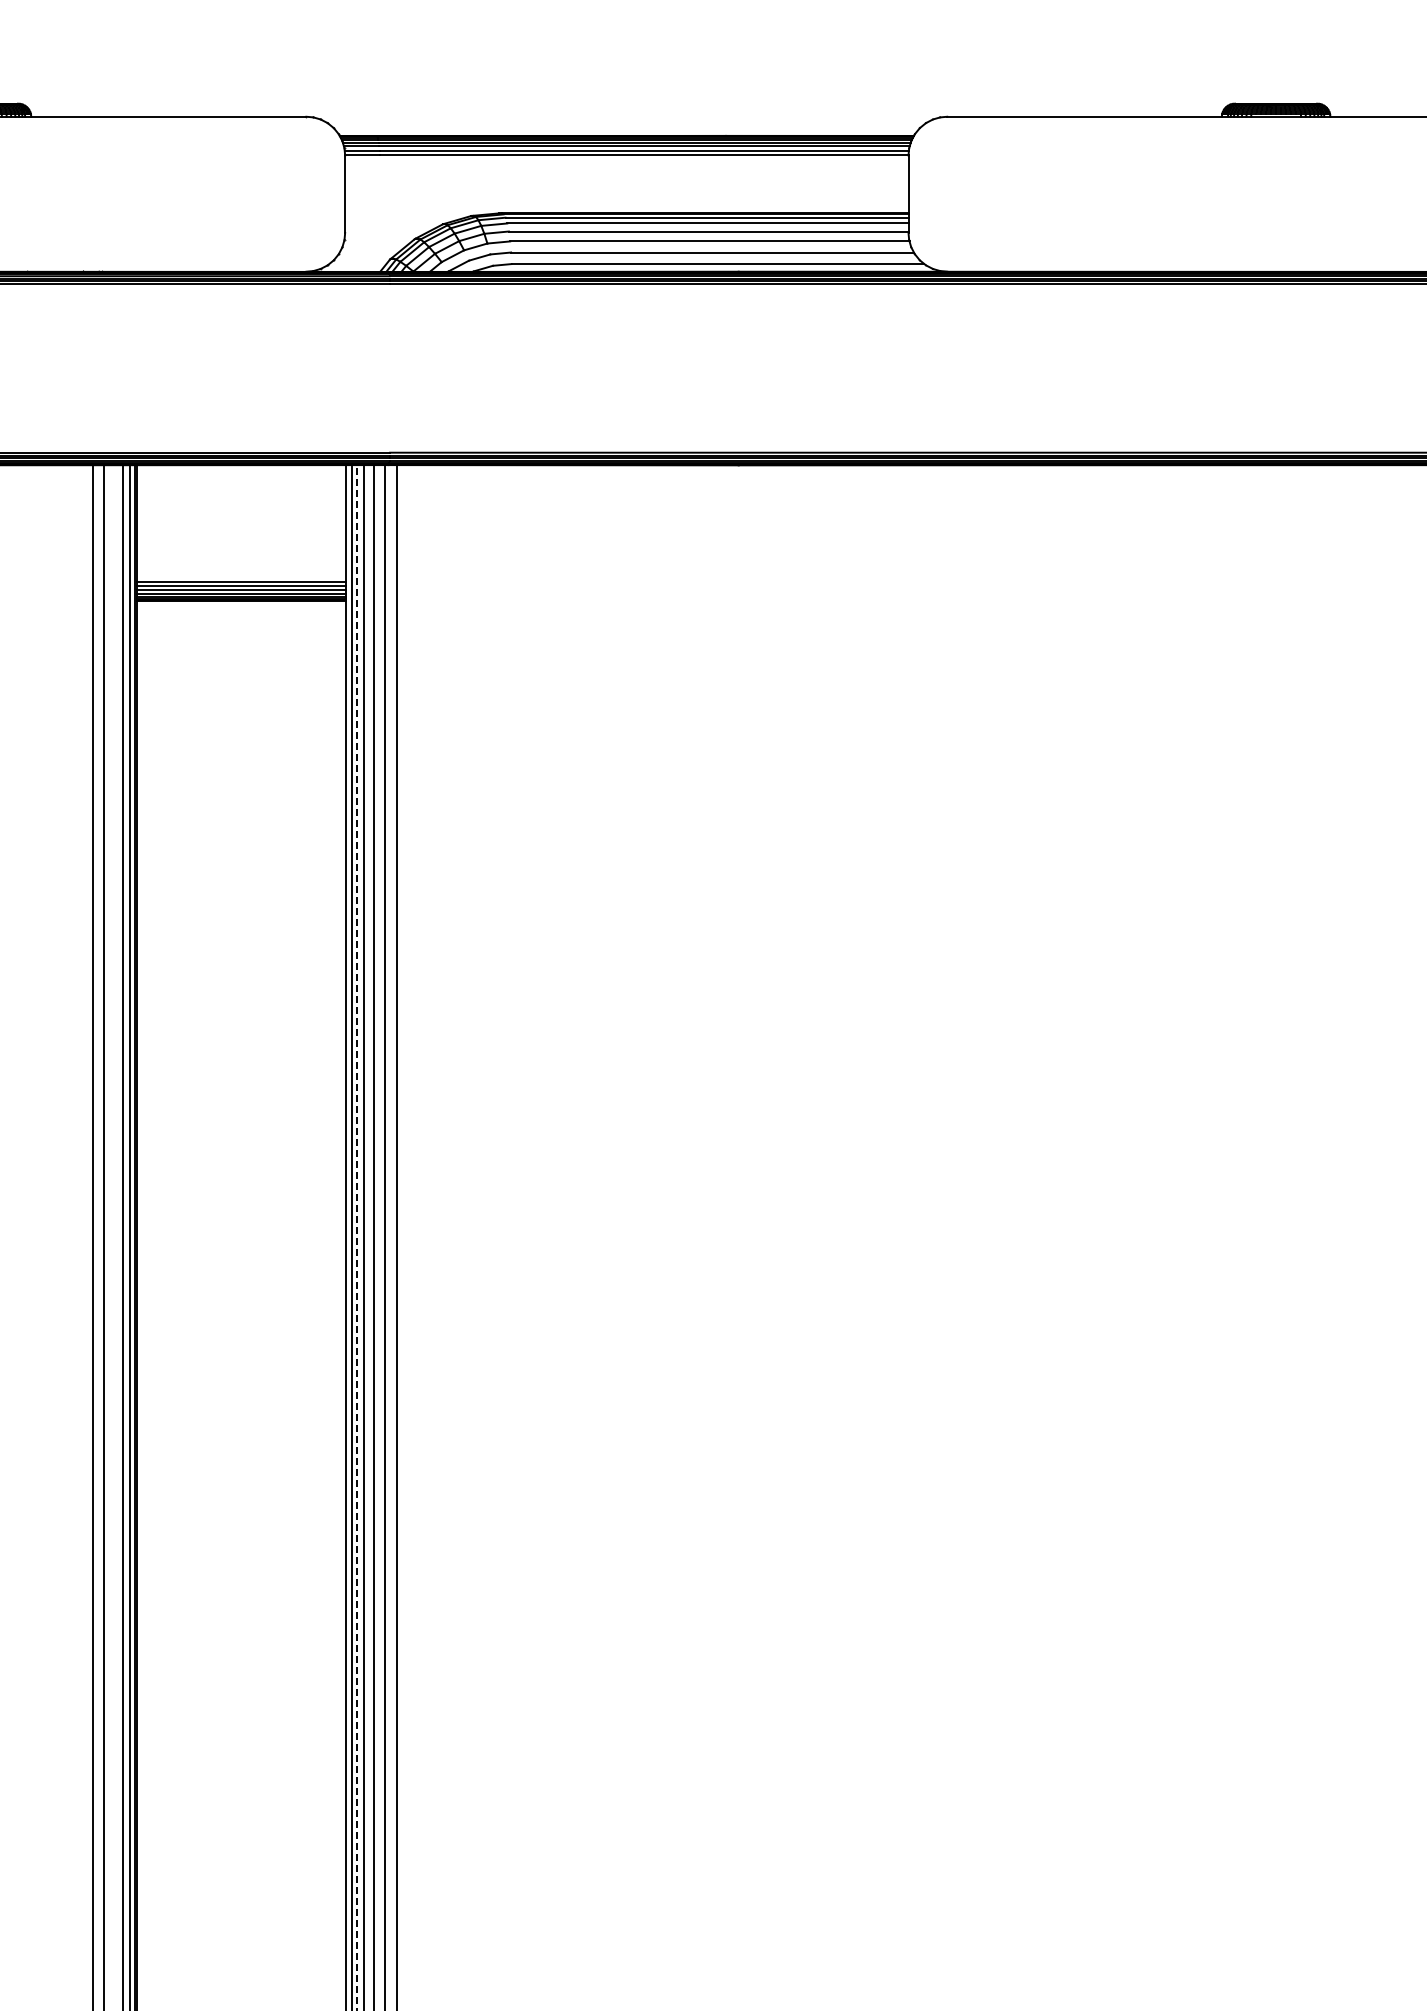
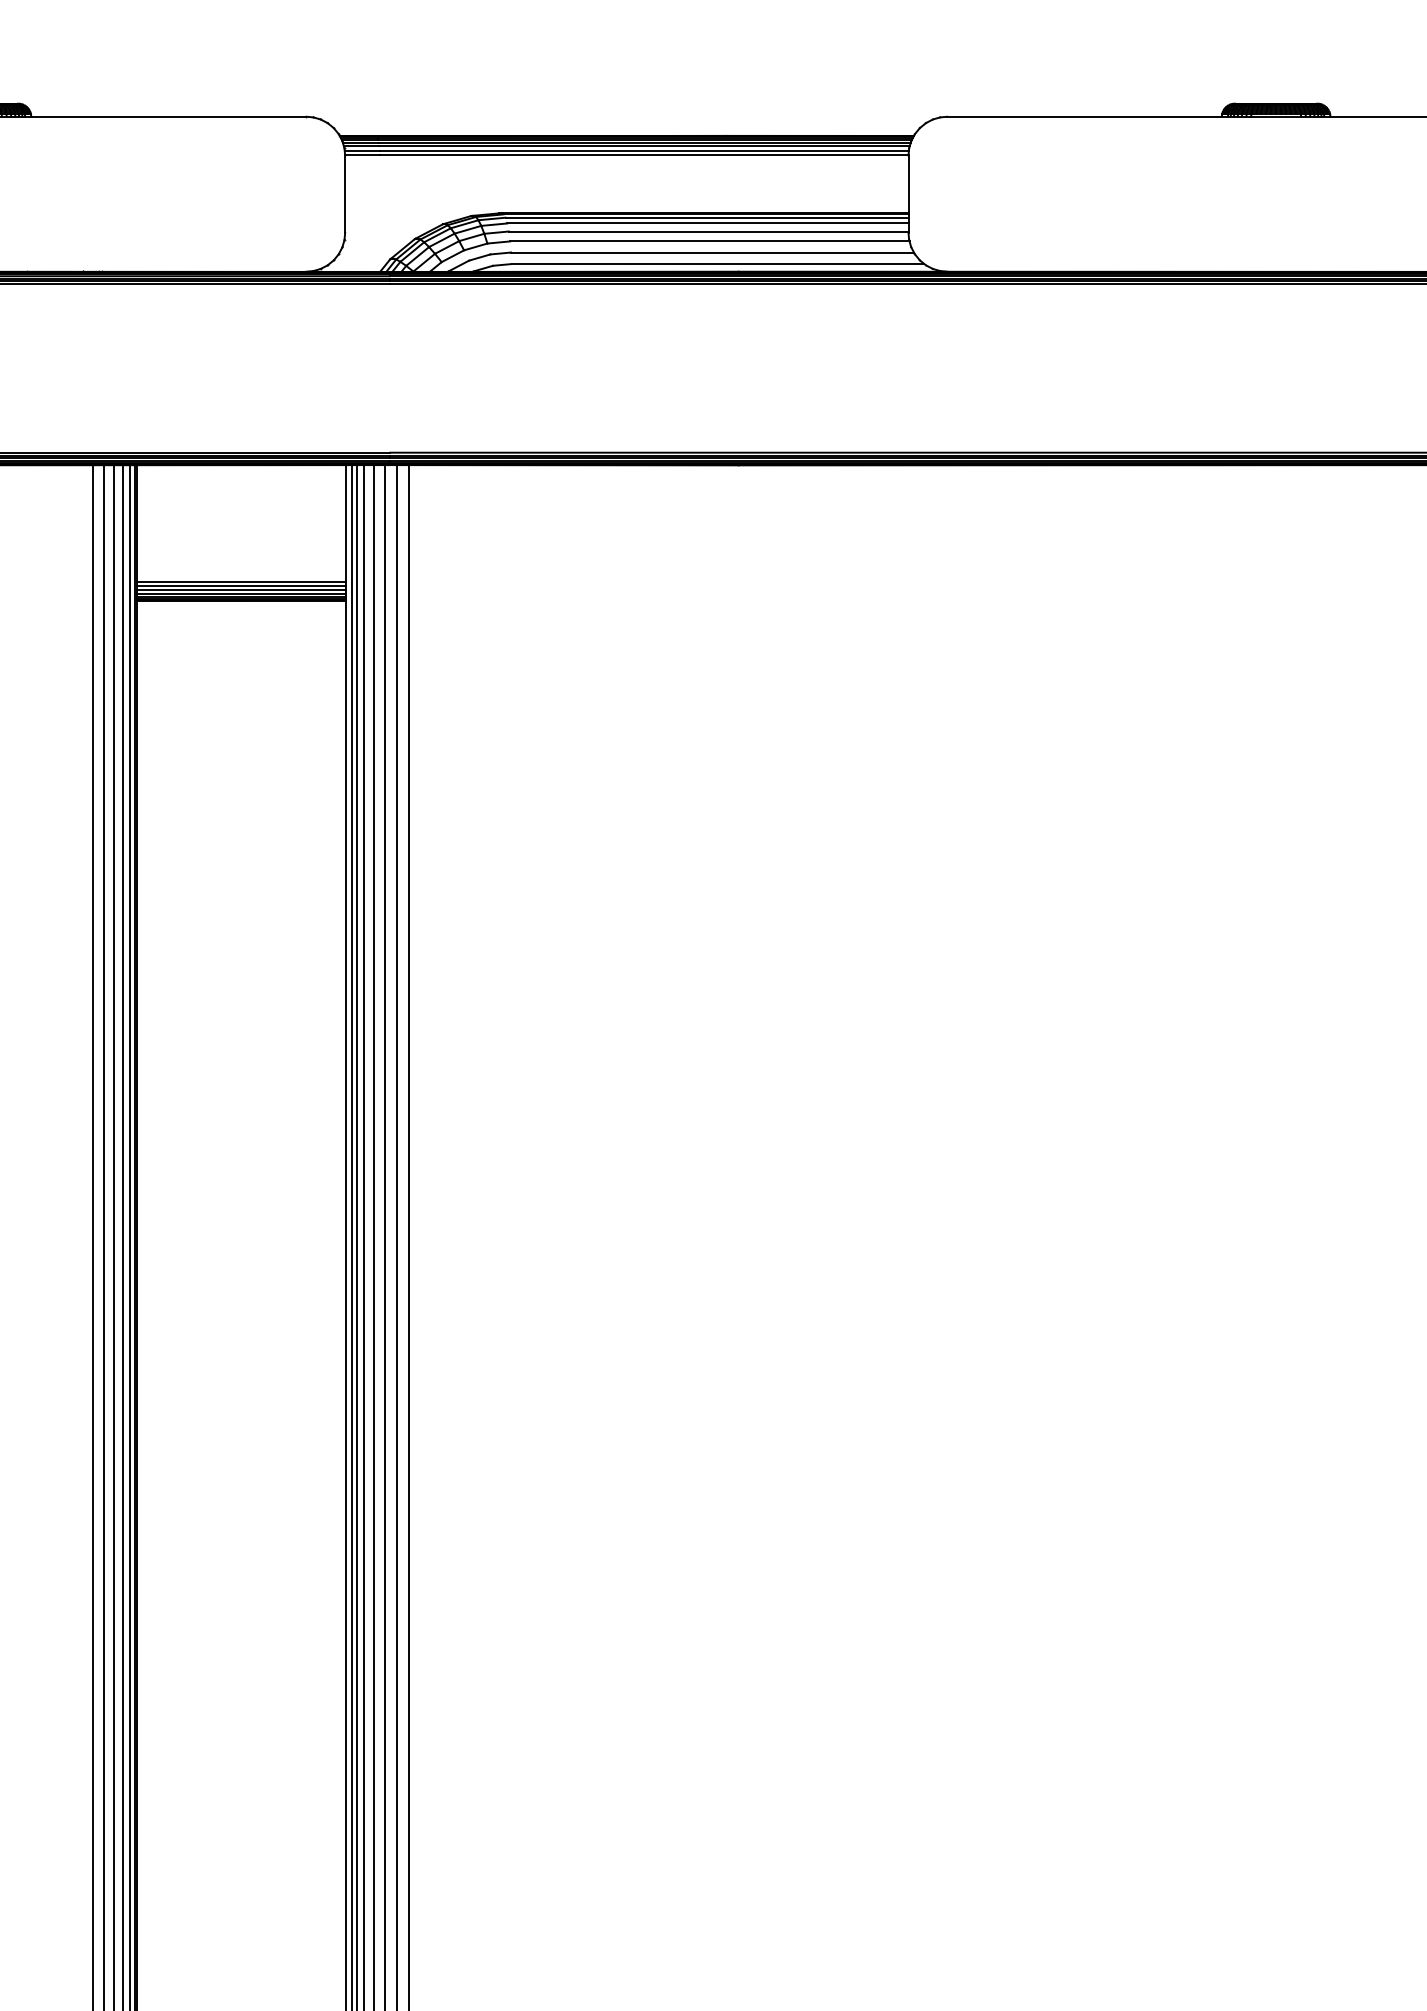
line at (114, 1236): none -> present
line at (408, 1236): none -> present
line at (356, 1237): dashed -> solid
